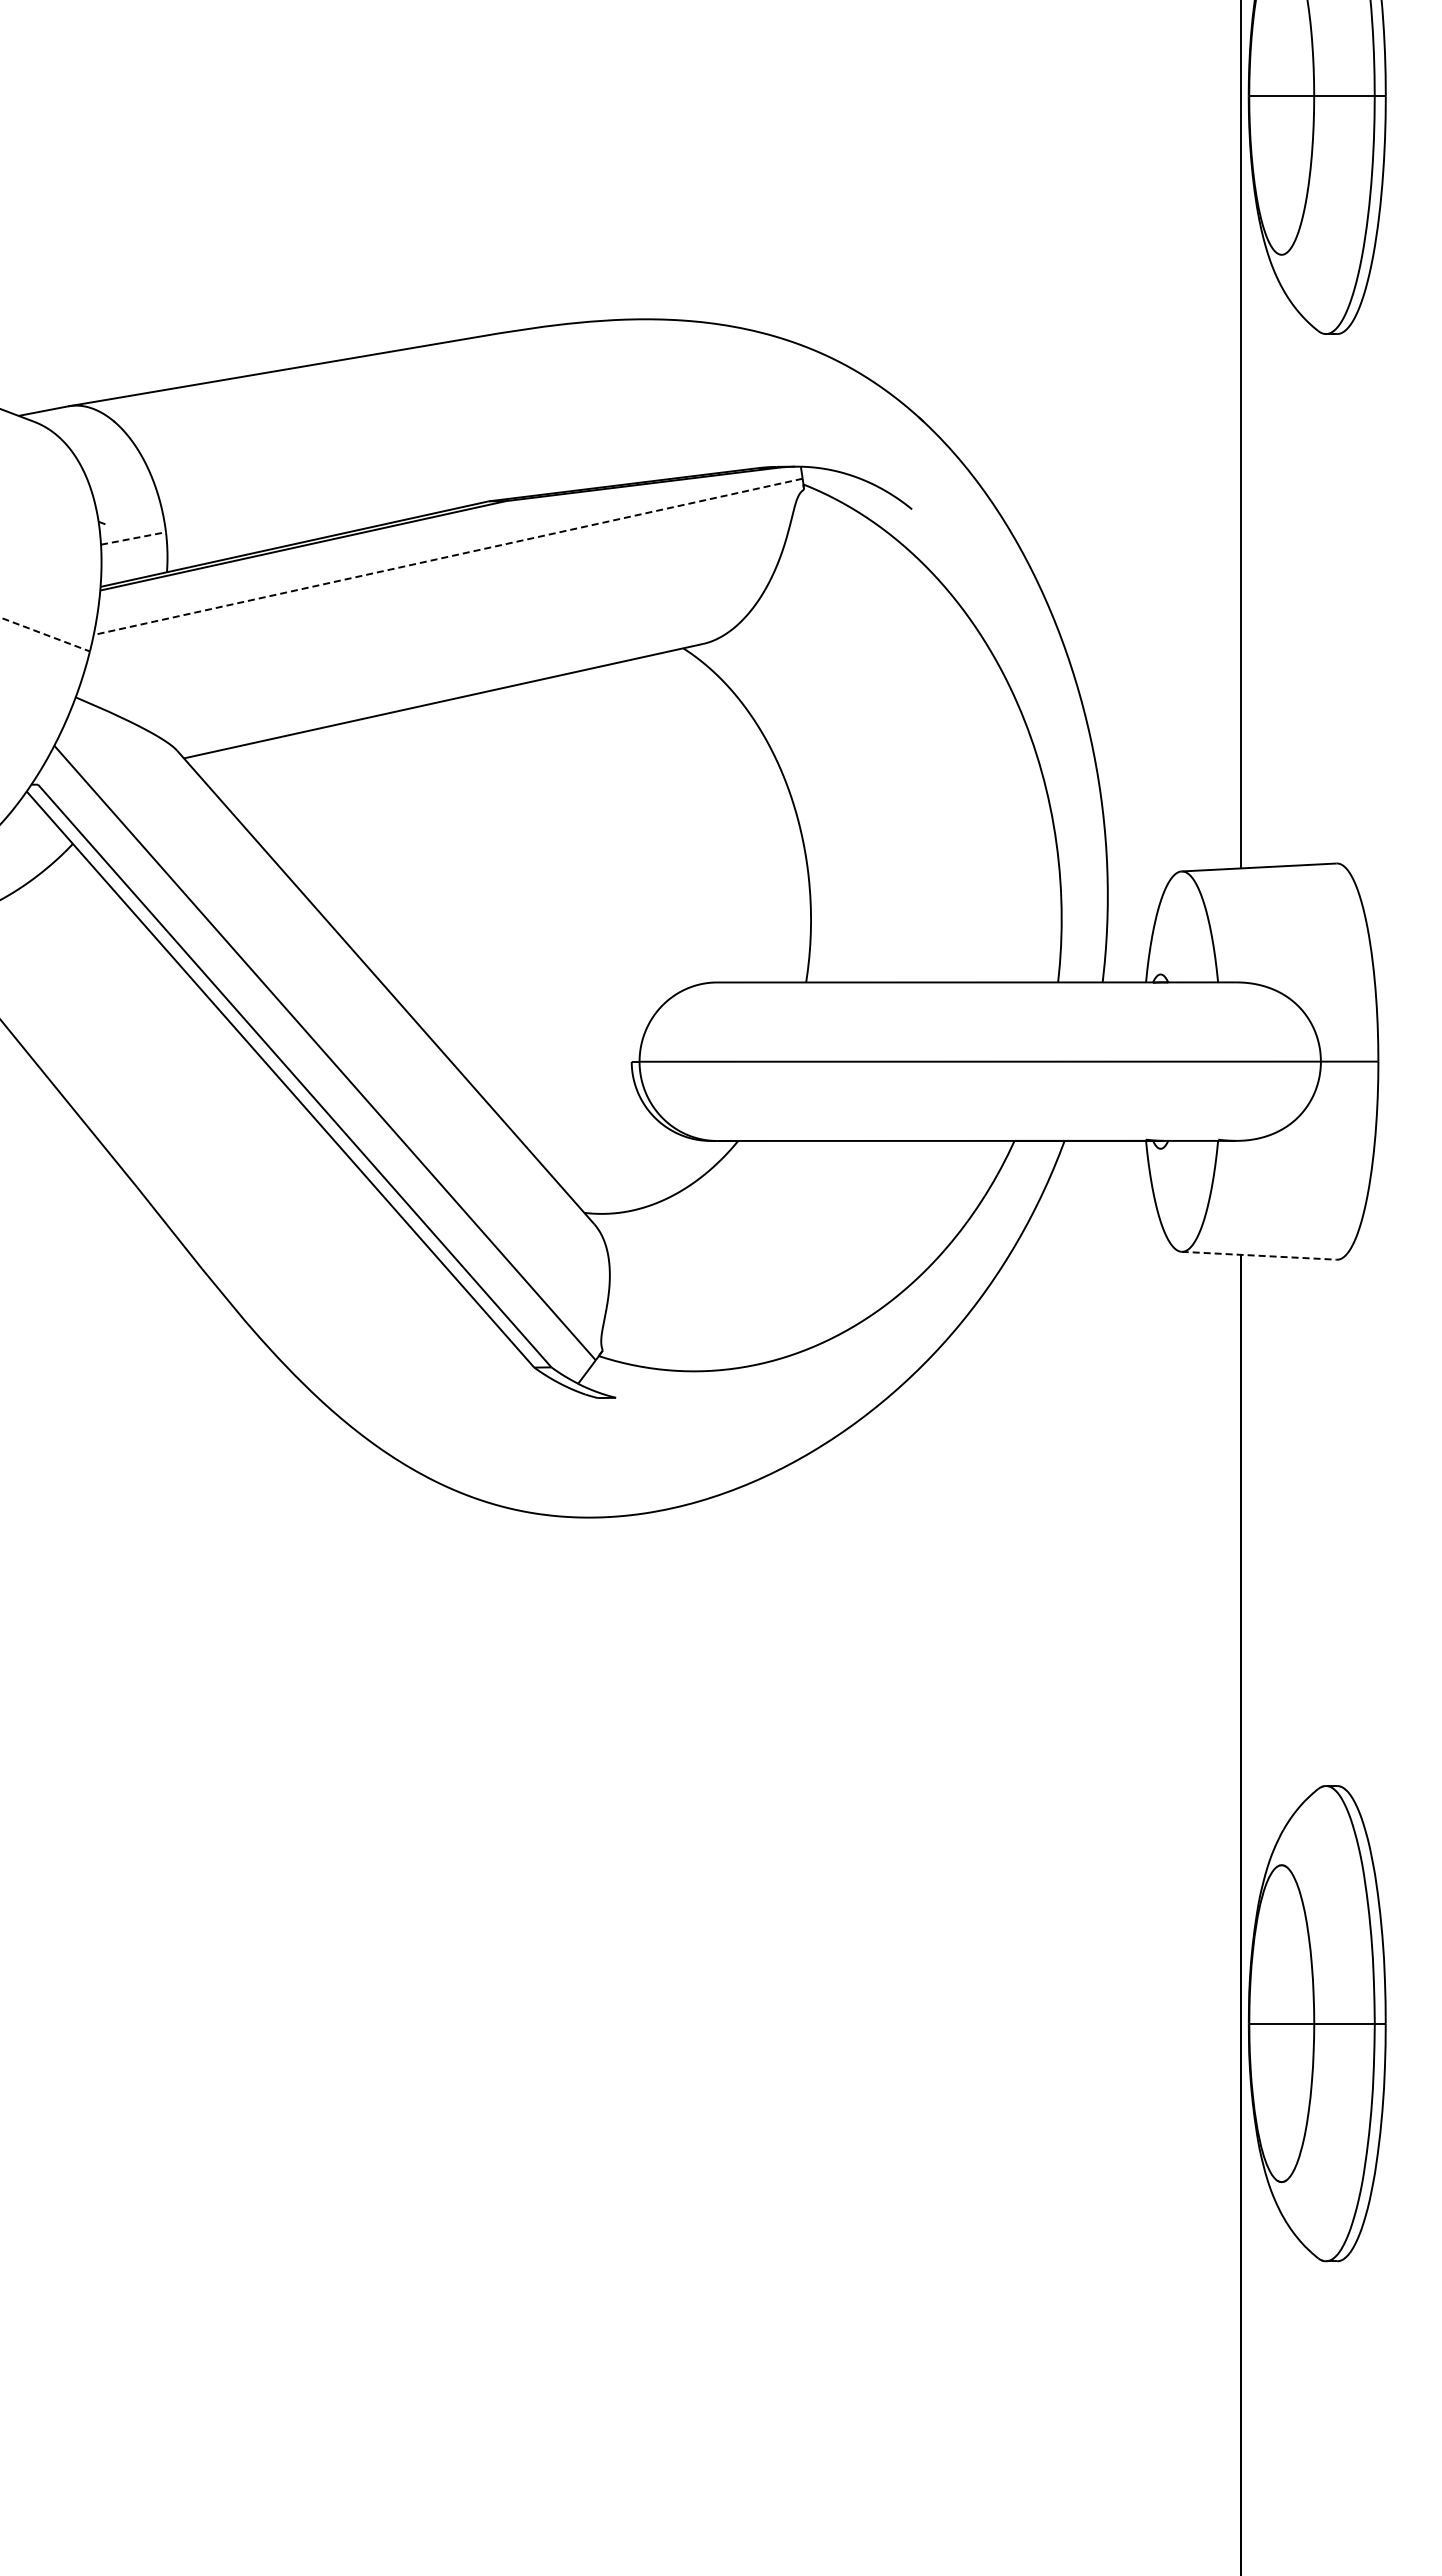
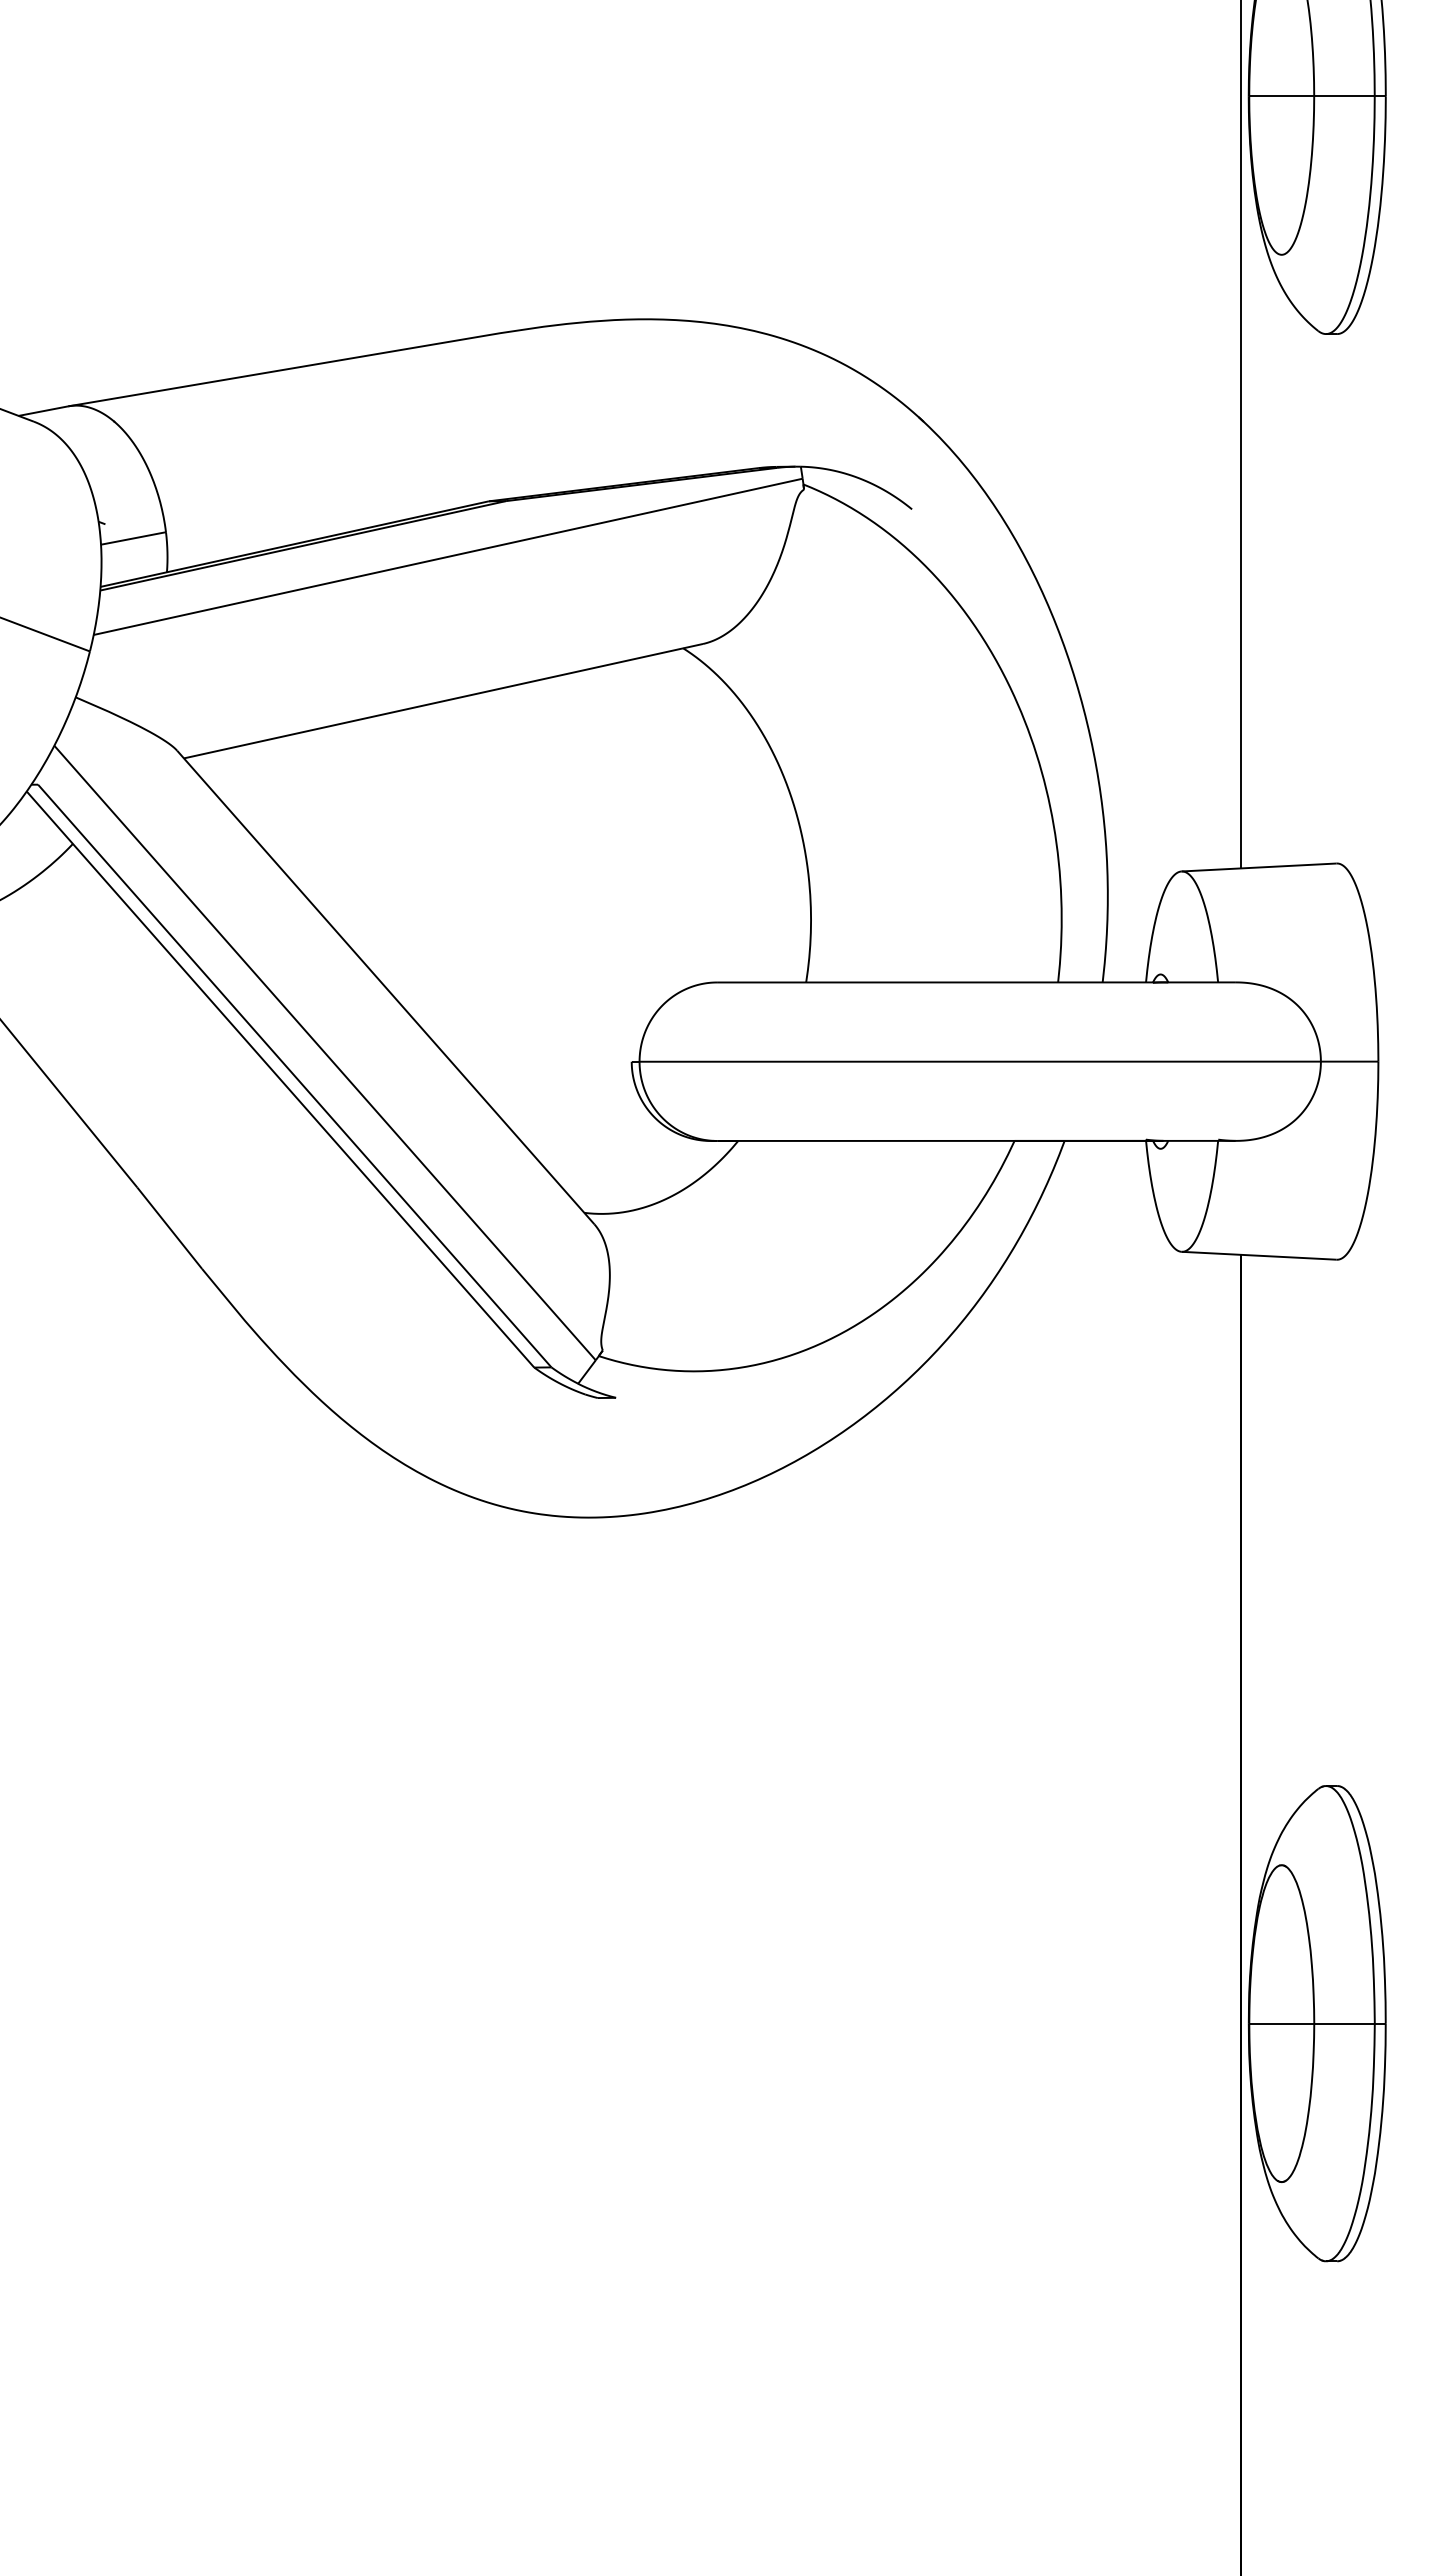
line at (134, 538): dashed -> solid
line at (448, 556): dashed -> solid
line at (45, 634): dashed -> solid
line at (1259, 1255): dashed -> solid
